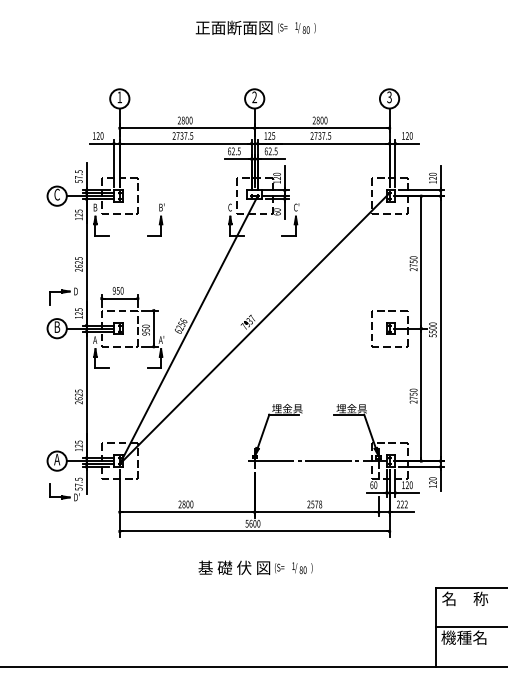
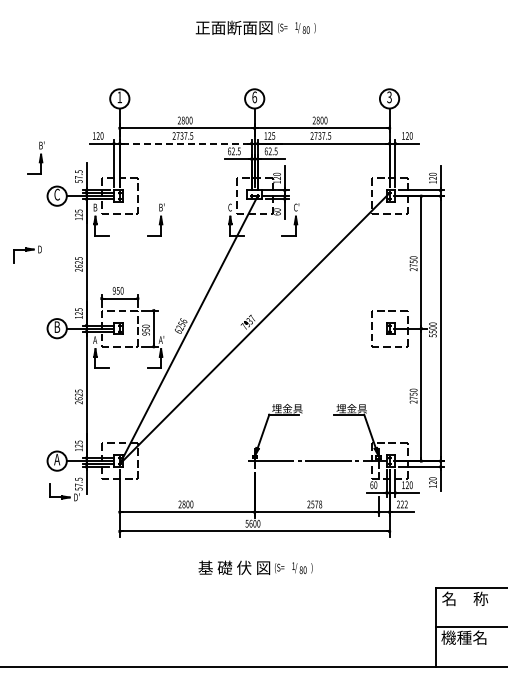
text at (254, 97): 2 -> 6
line at (185, 143): solid -> dashed
part at (35, 157): none -> present
part at (63, 296) position: (63, 296) -> (27, 254)
